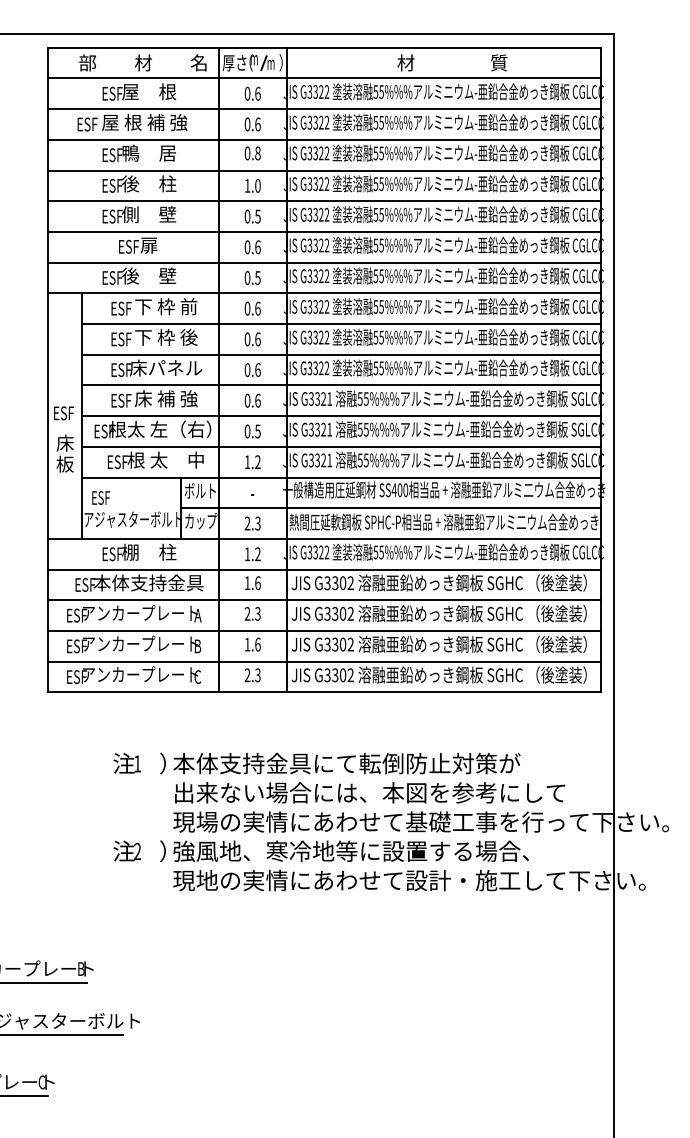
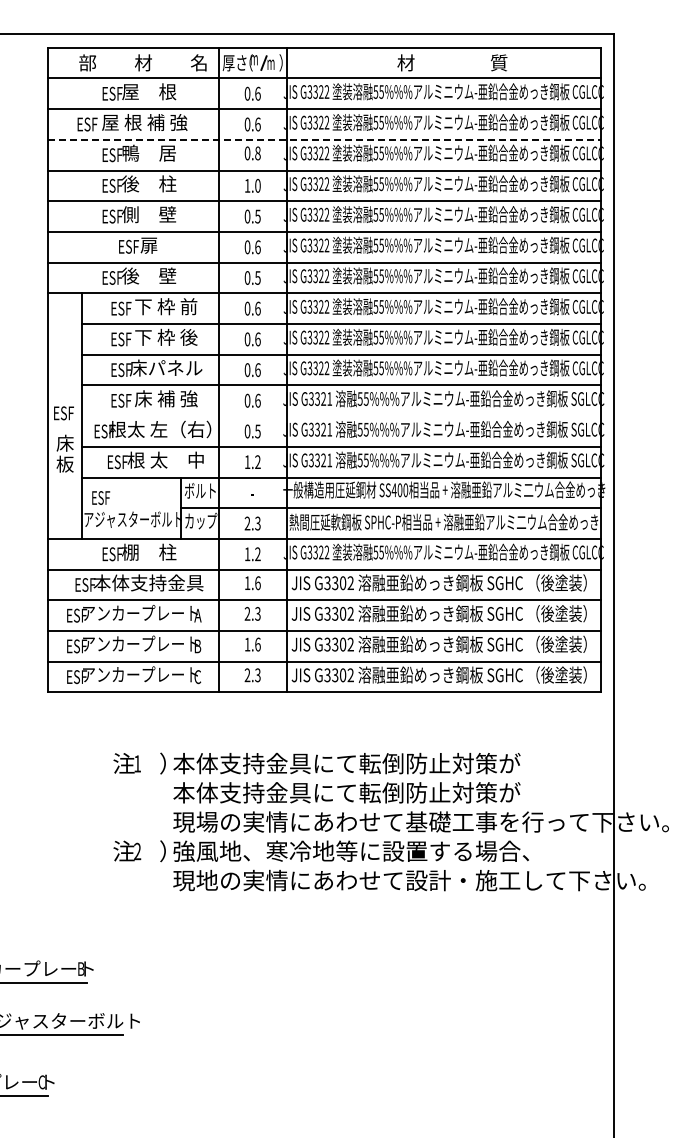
line at (324, 139): solid -> dashed
line at (341, 416): present -> none
text at (369, 792): 出来ない場合には、本図を参考にして -> 本体支持金具にて転倒防止対策が
